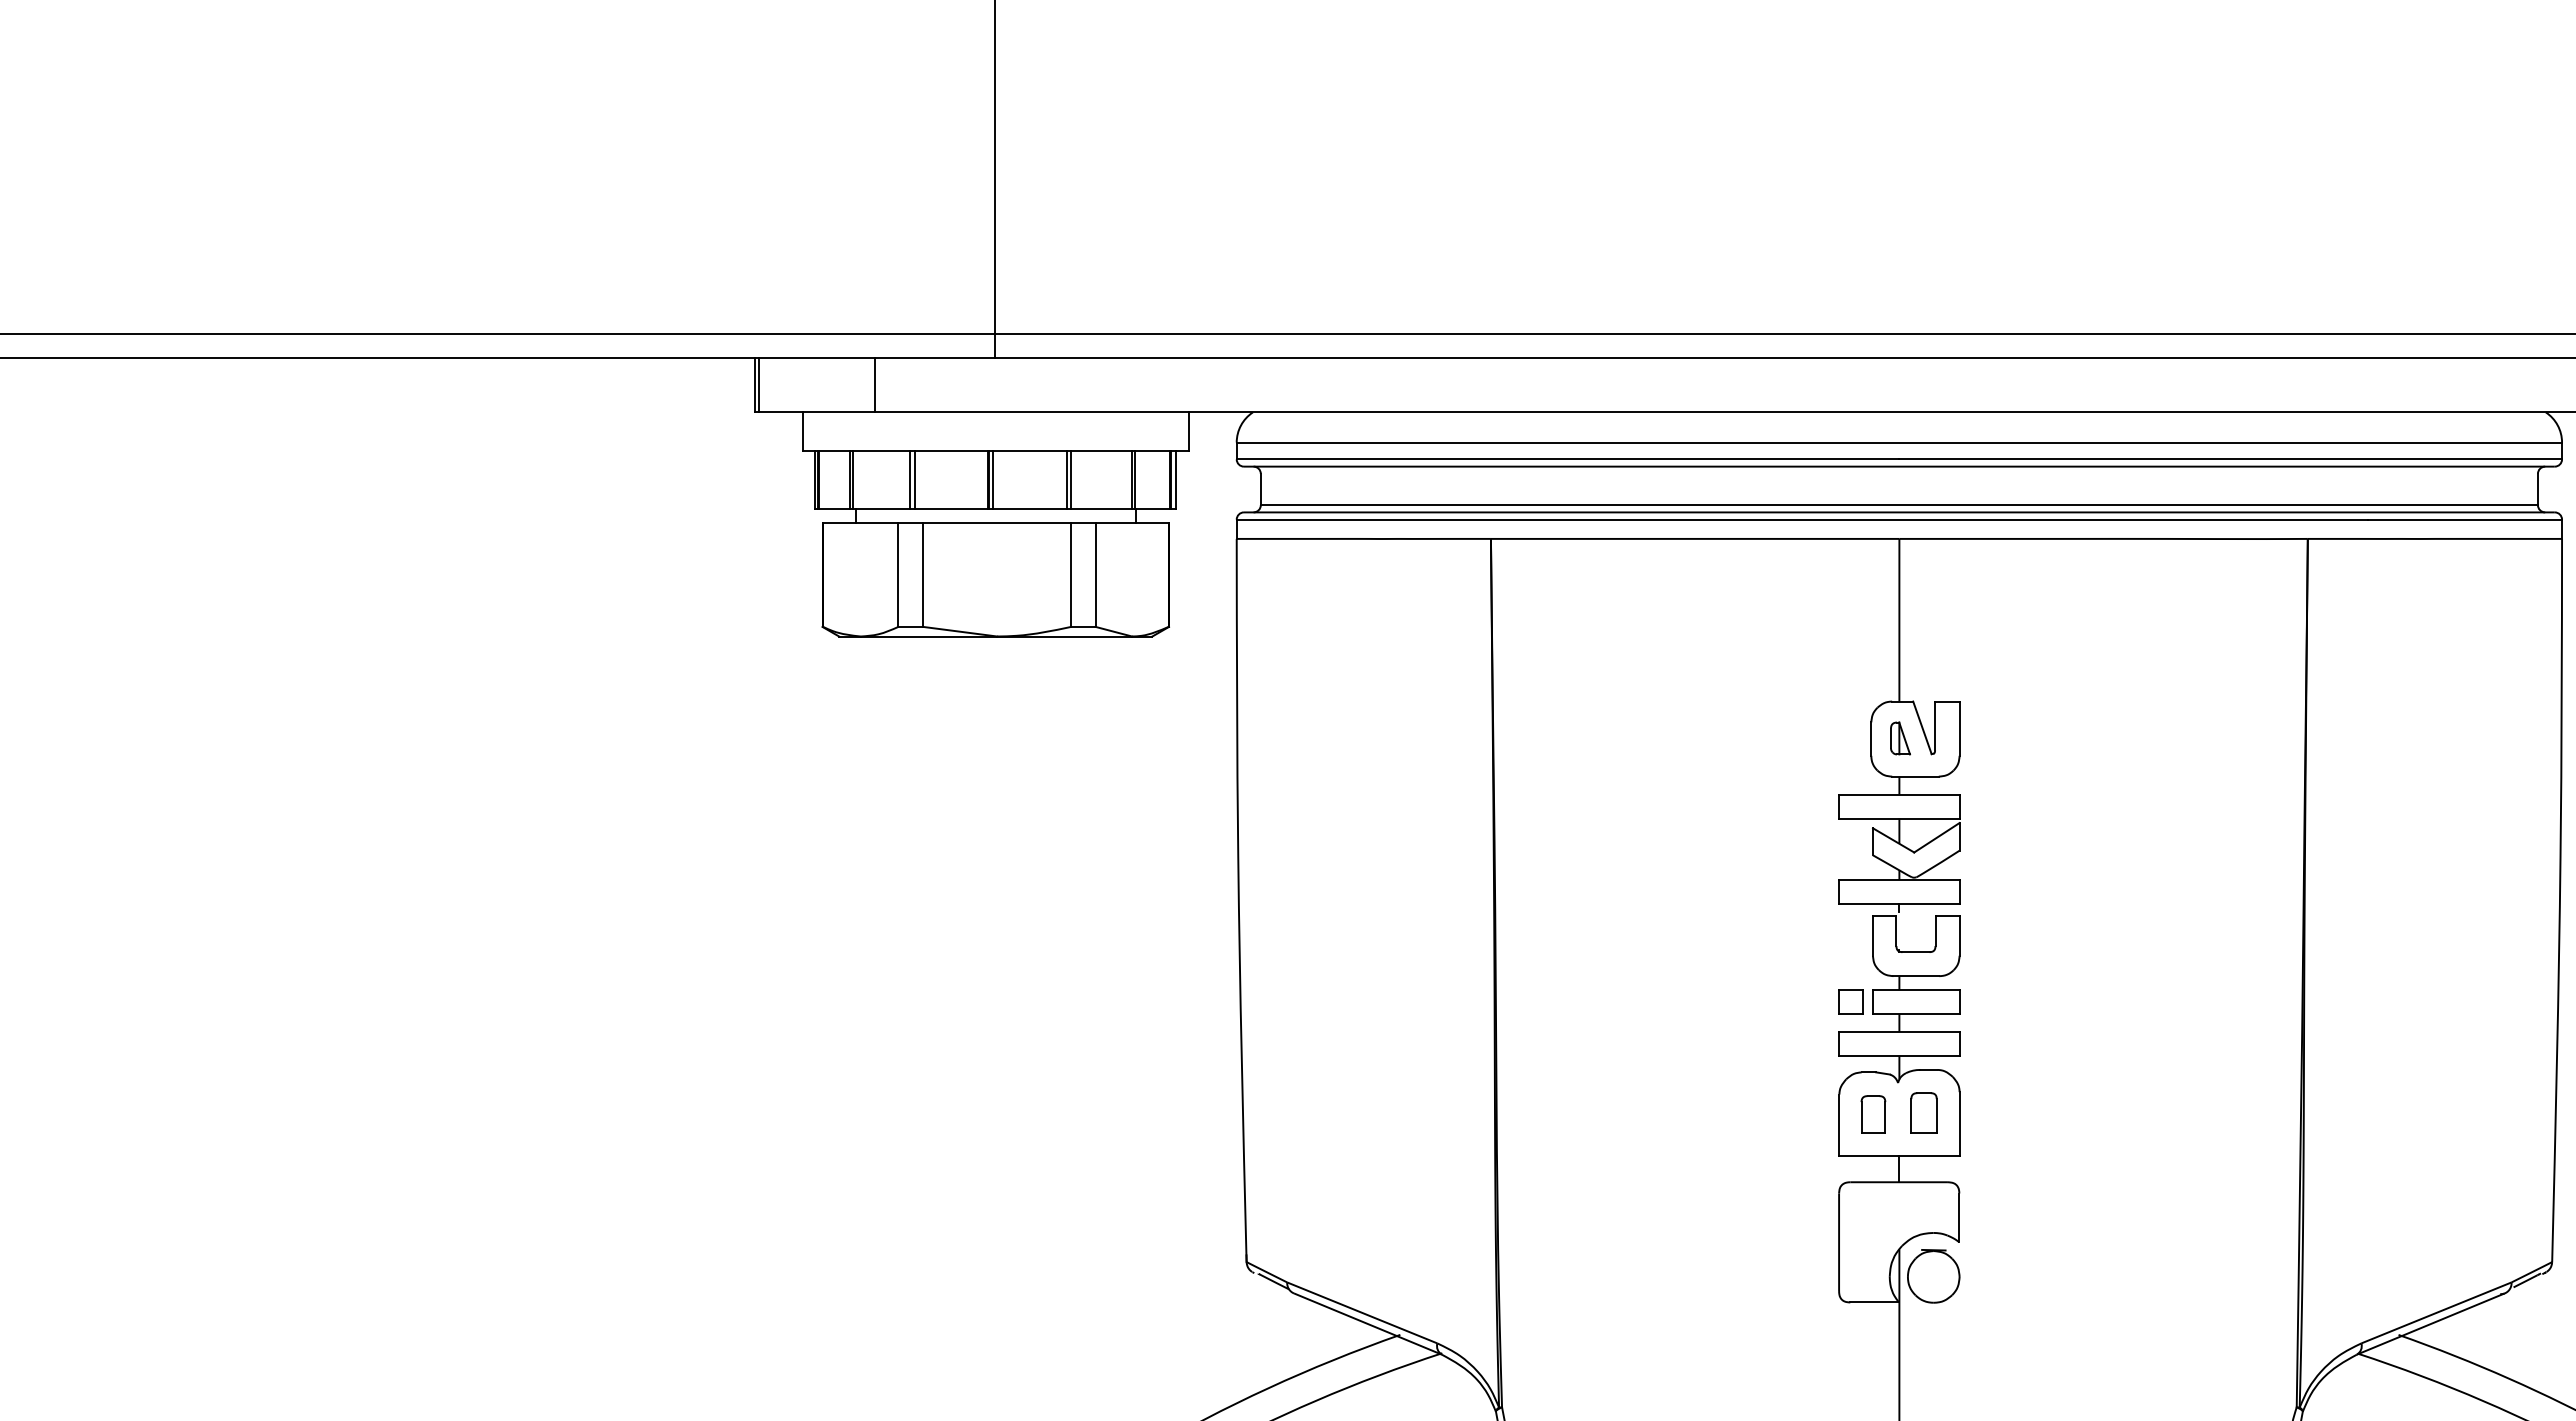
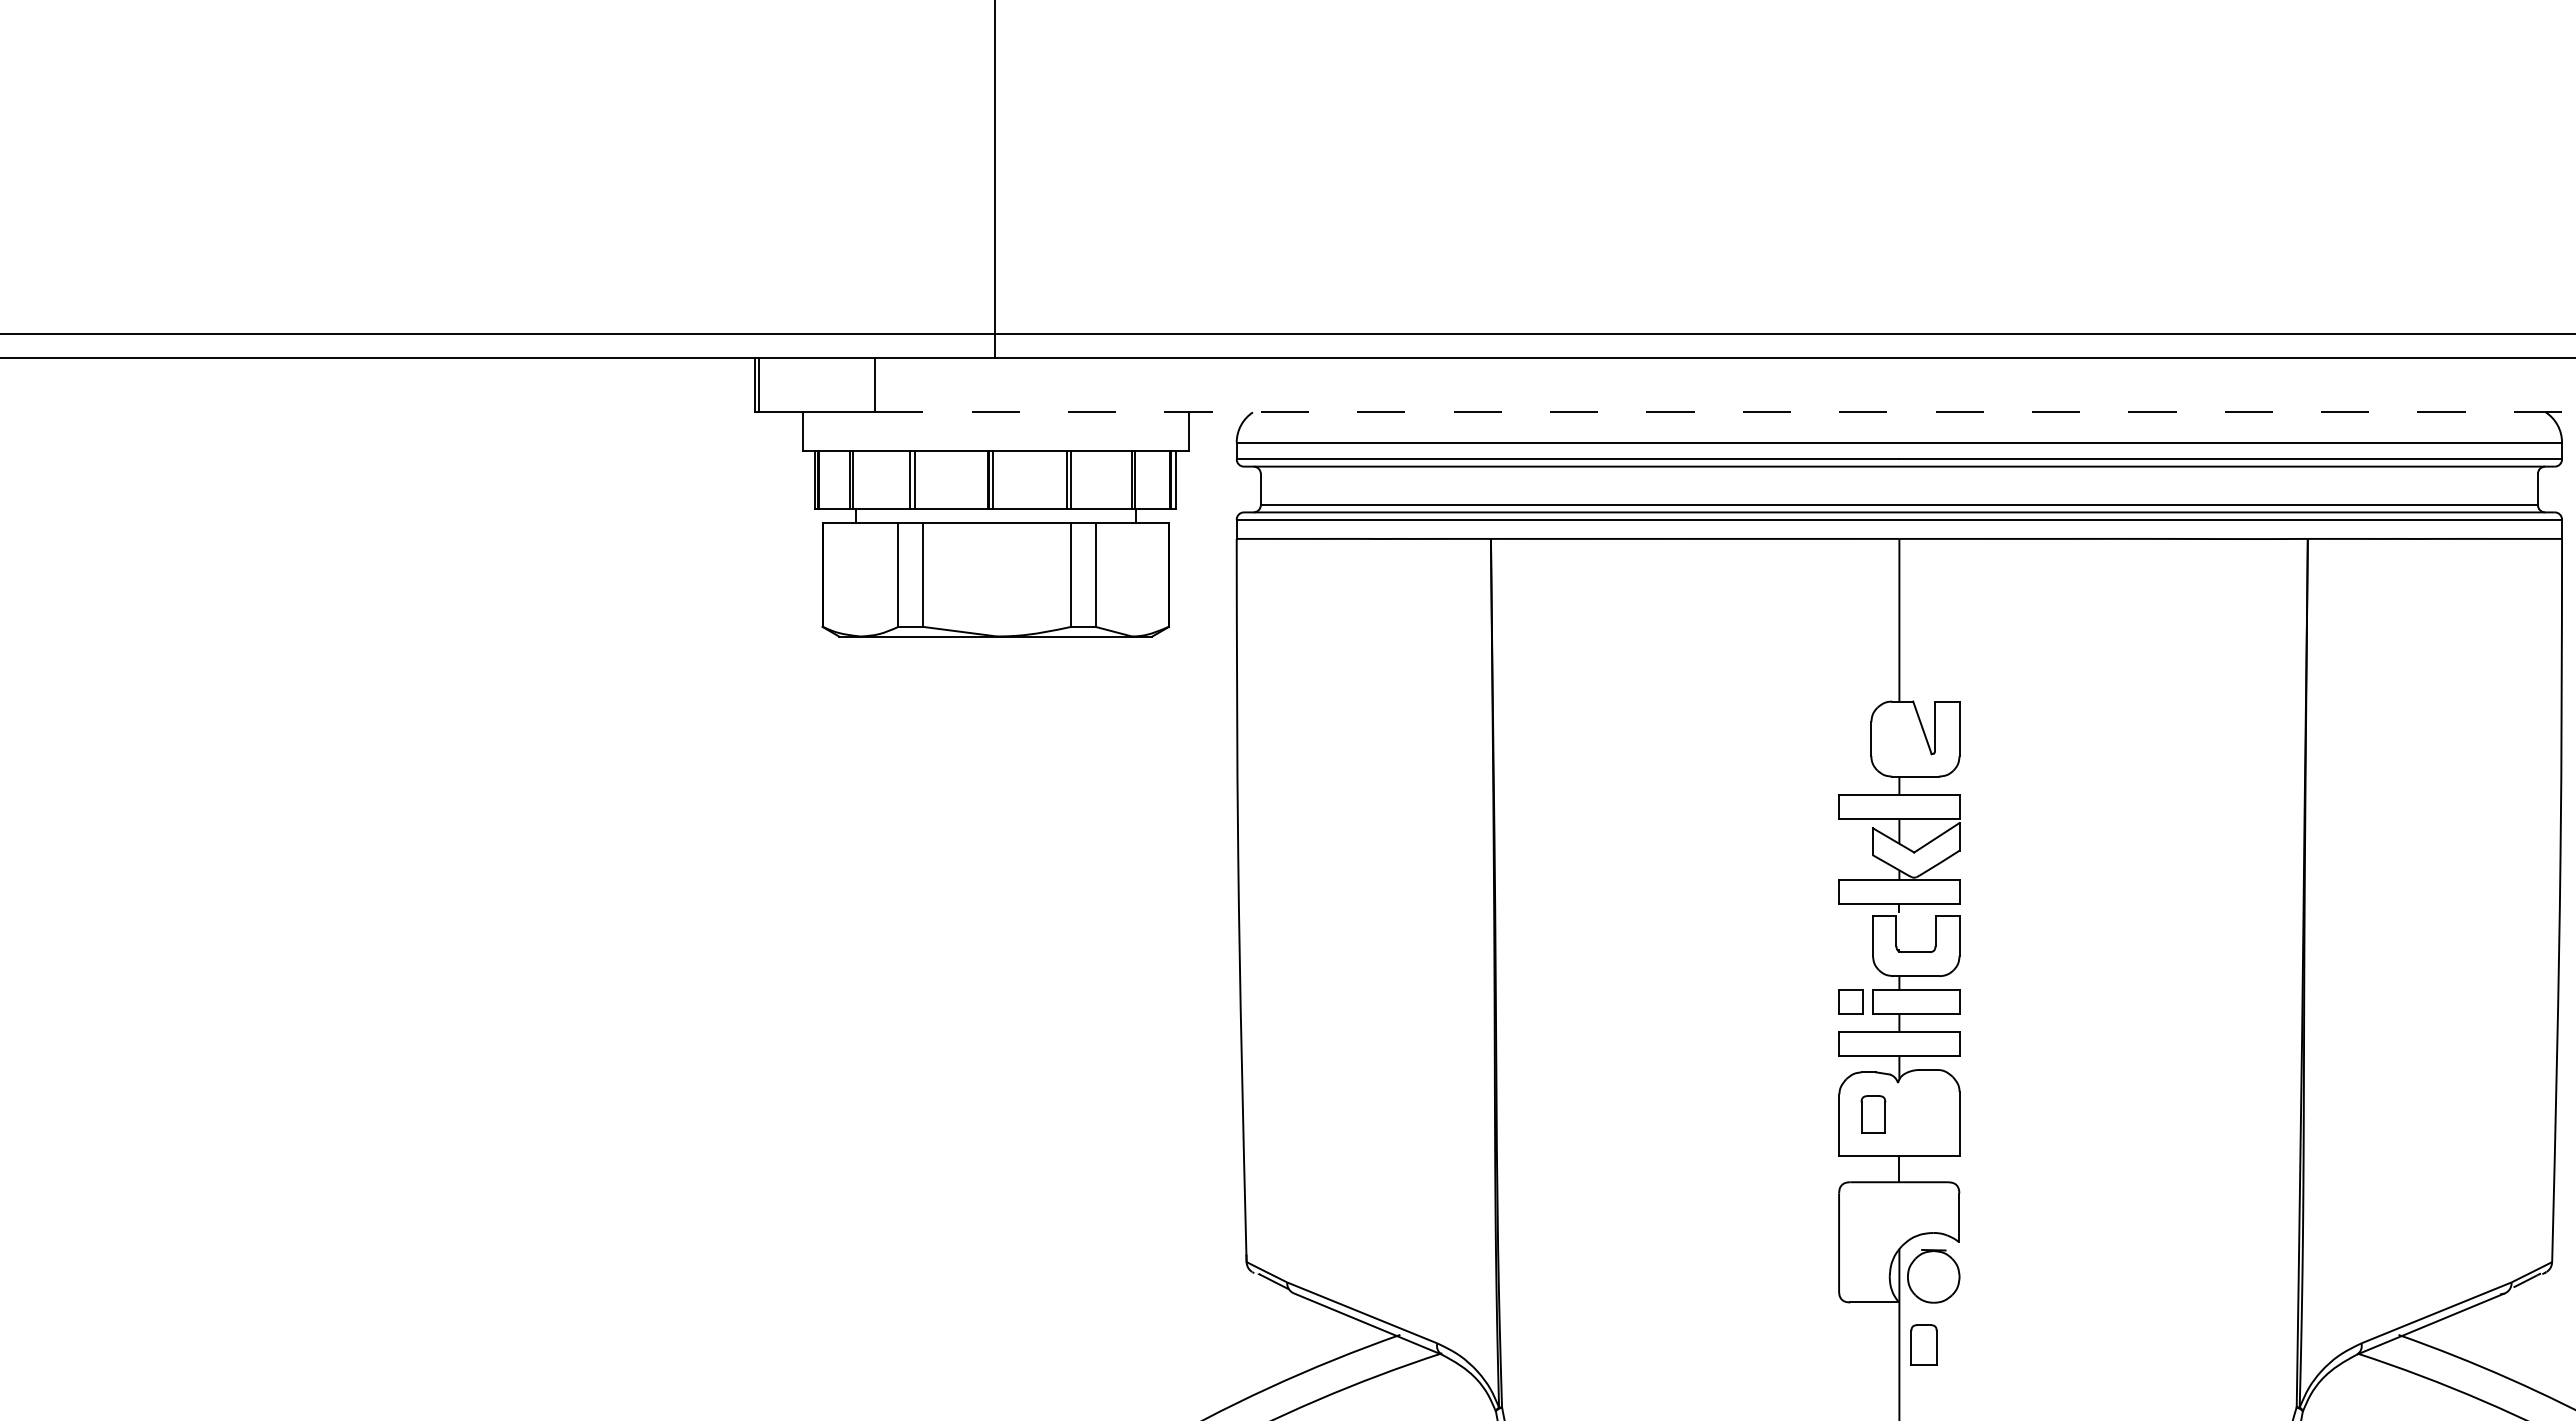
line at (1725, 412): solid -> dashed
part at (1900, 738): present -> none
part at (1923, 1112) position: (1923, 1112) -> (1923, 1344)
